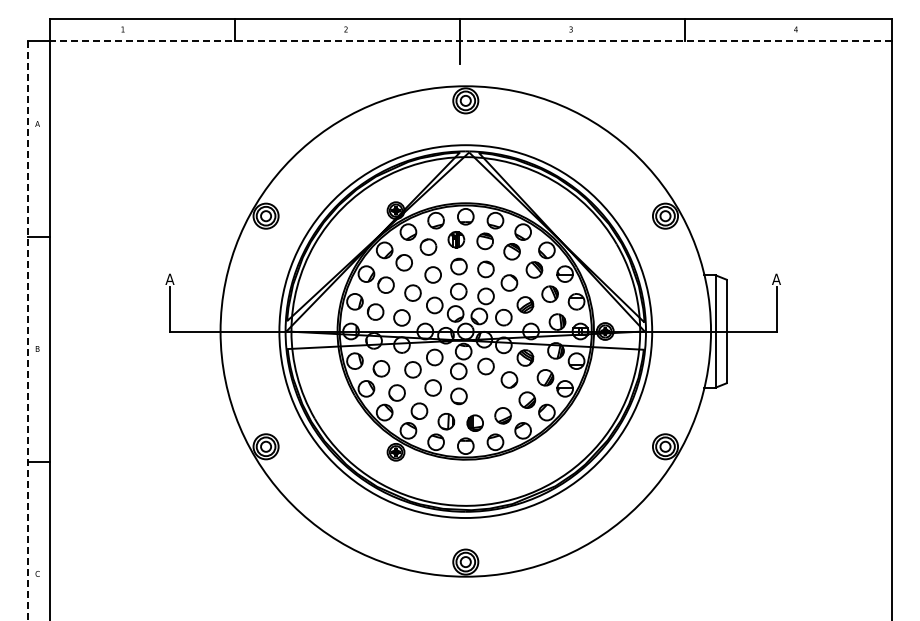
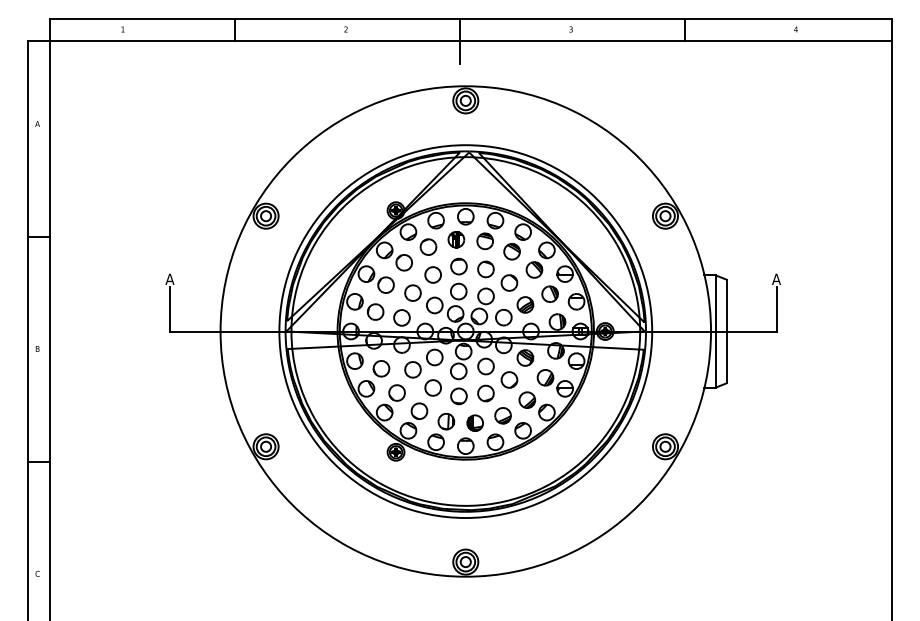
line at (470, 41): dashed -> solid
line at (27, 330): dashed -> solid
part at (485, 393): none -> present
